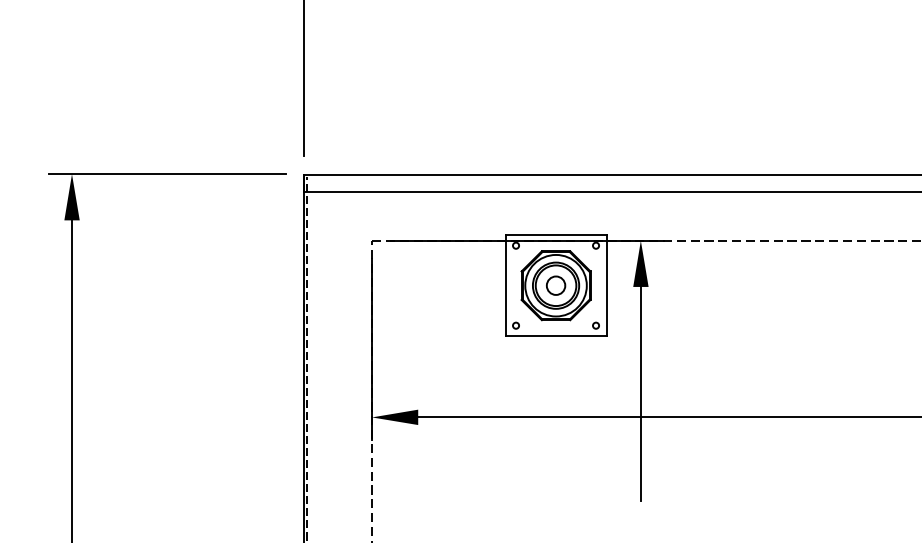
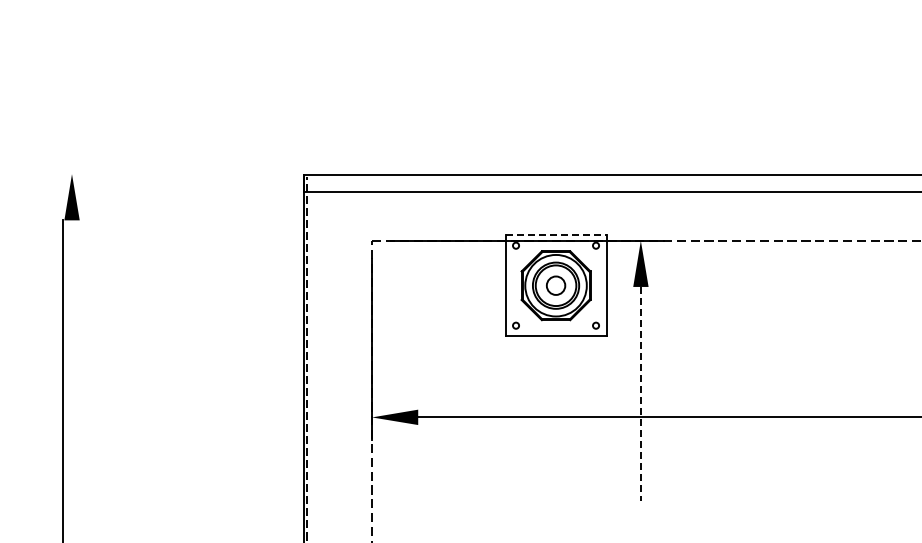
line at (304, 79): present -> none
line at (166, 174): present -> none
line at (556, 235): solid -> dashed
line at (72, 379) position: (72, 379) -> (63, 379)
line at (640, 393): solid -> dashed
